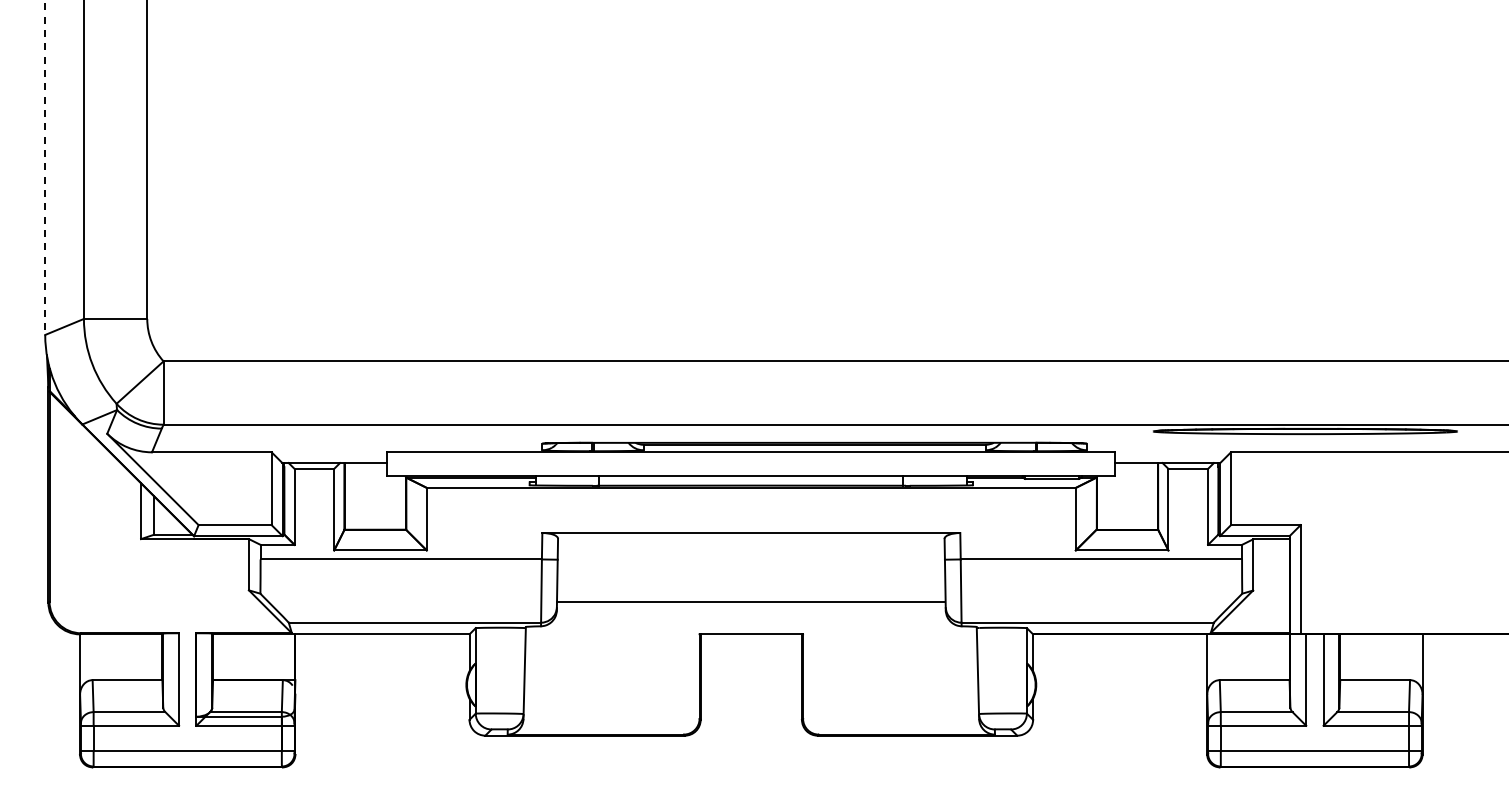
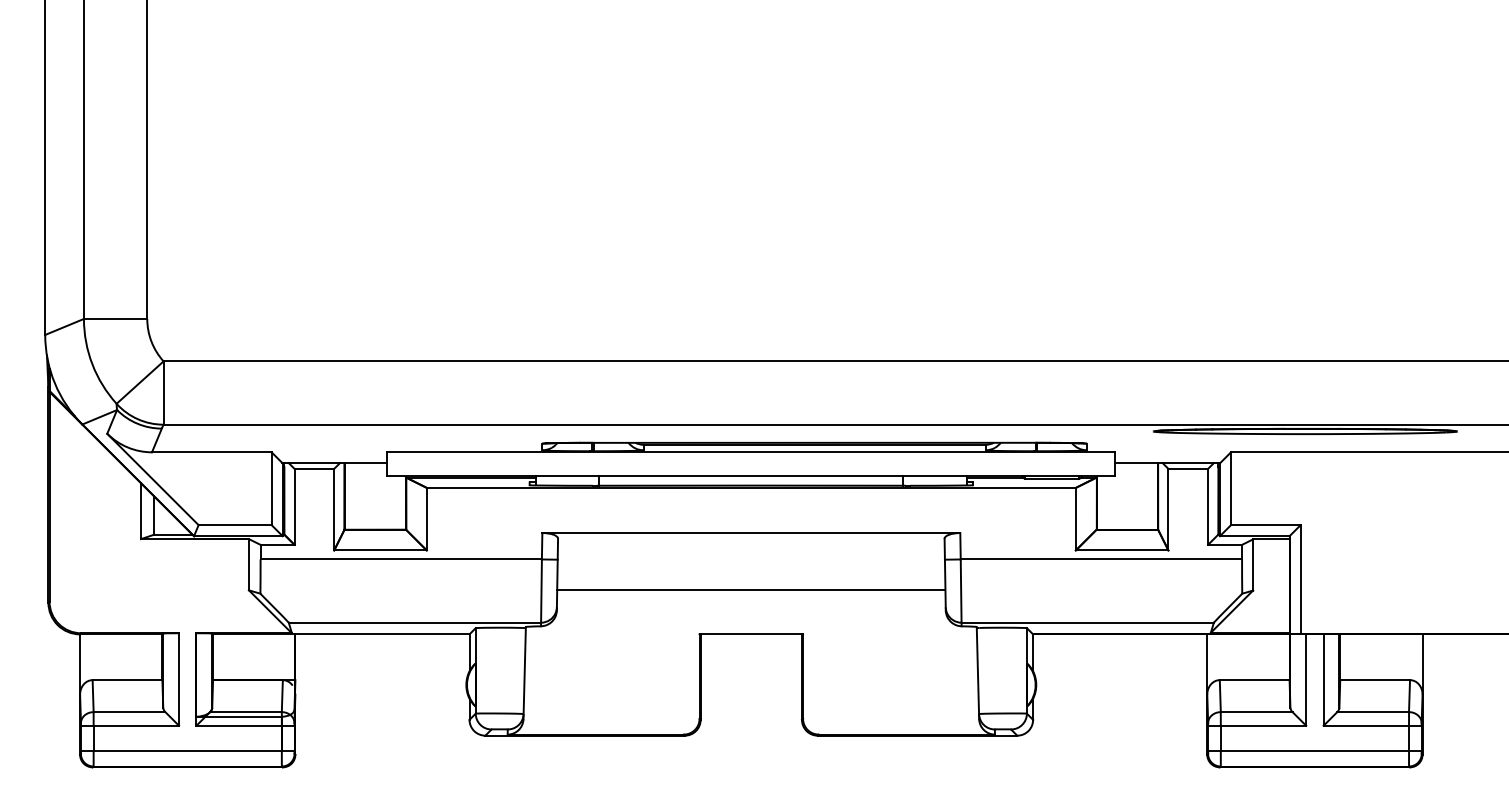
line at (45, 168): dashed -> solid
line at (751, 602) position: (751, 602) -> (751, 590)
